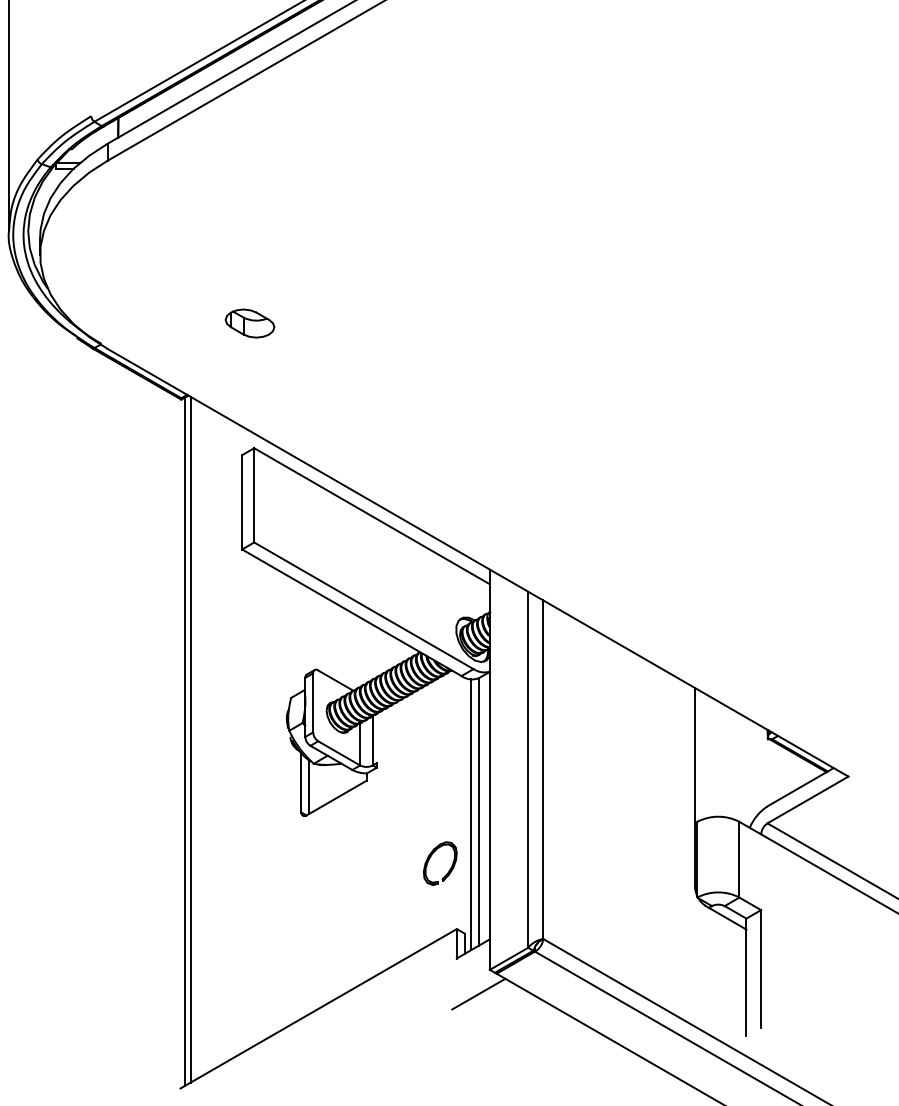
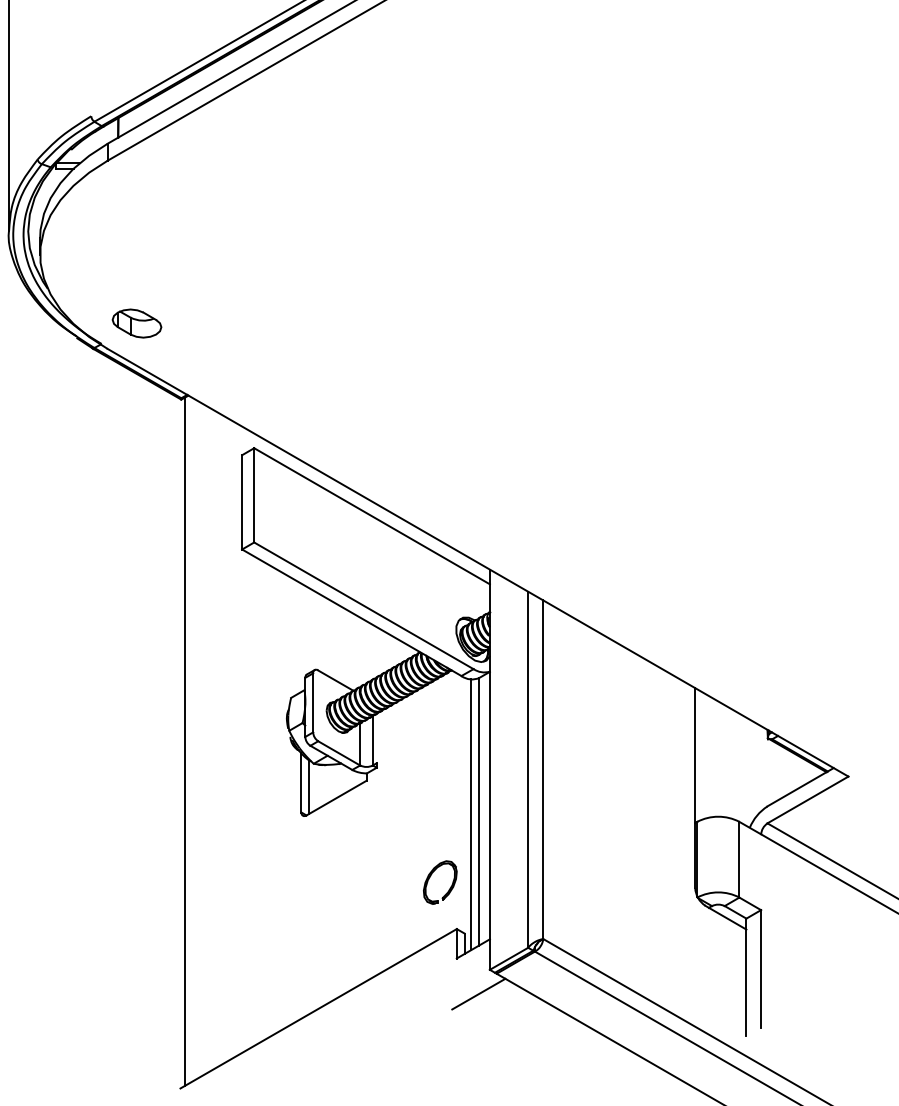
part at (249, 323) position: (249, 323) -> (136, 323)
line at (190, 739): present -> none
part at (448, 870) position: (448, 870) -> (448, 889)
